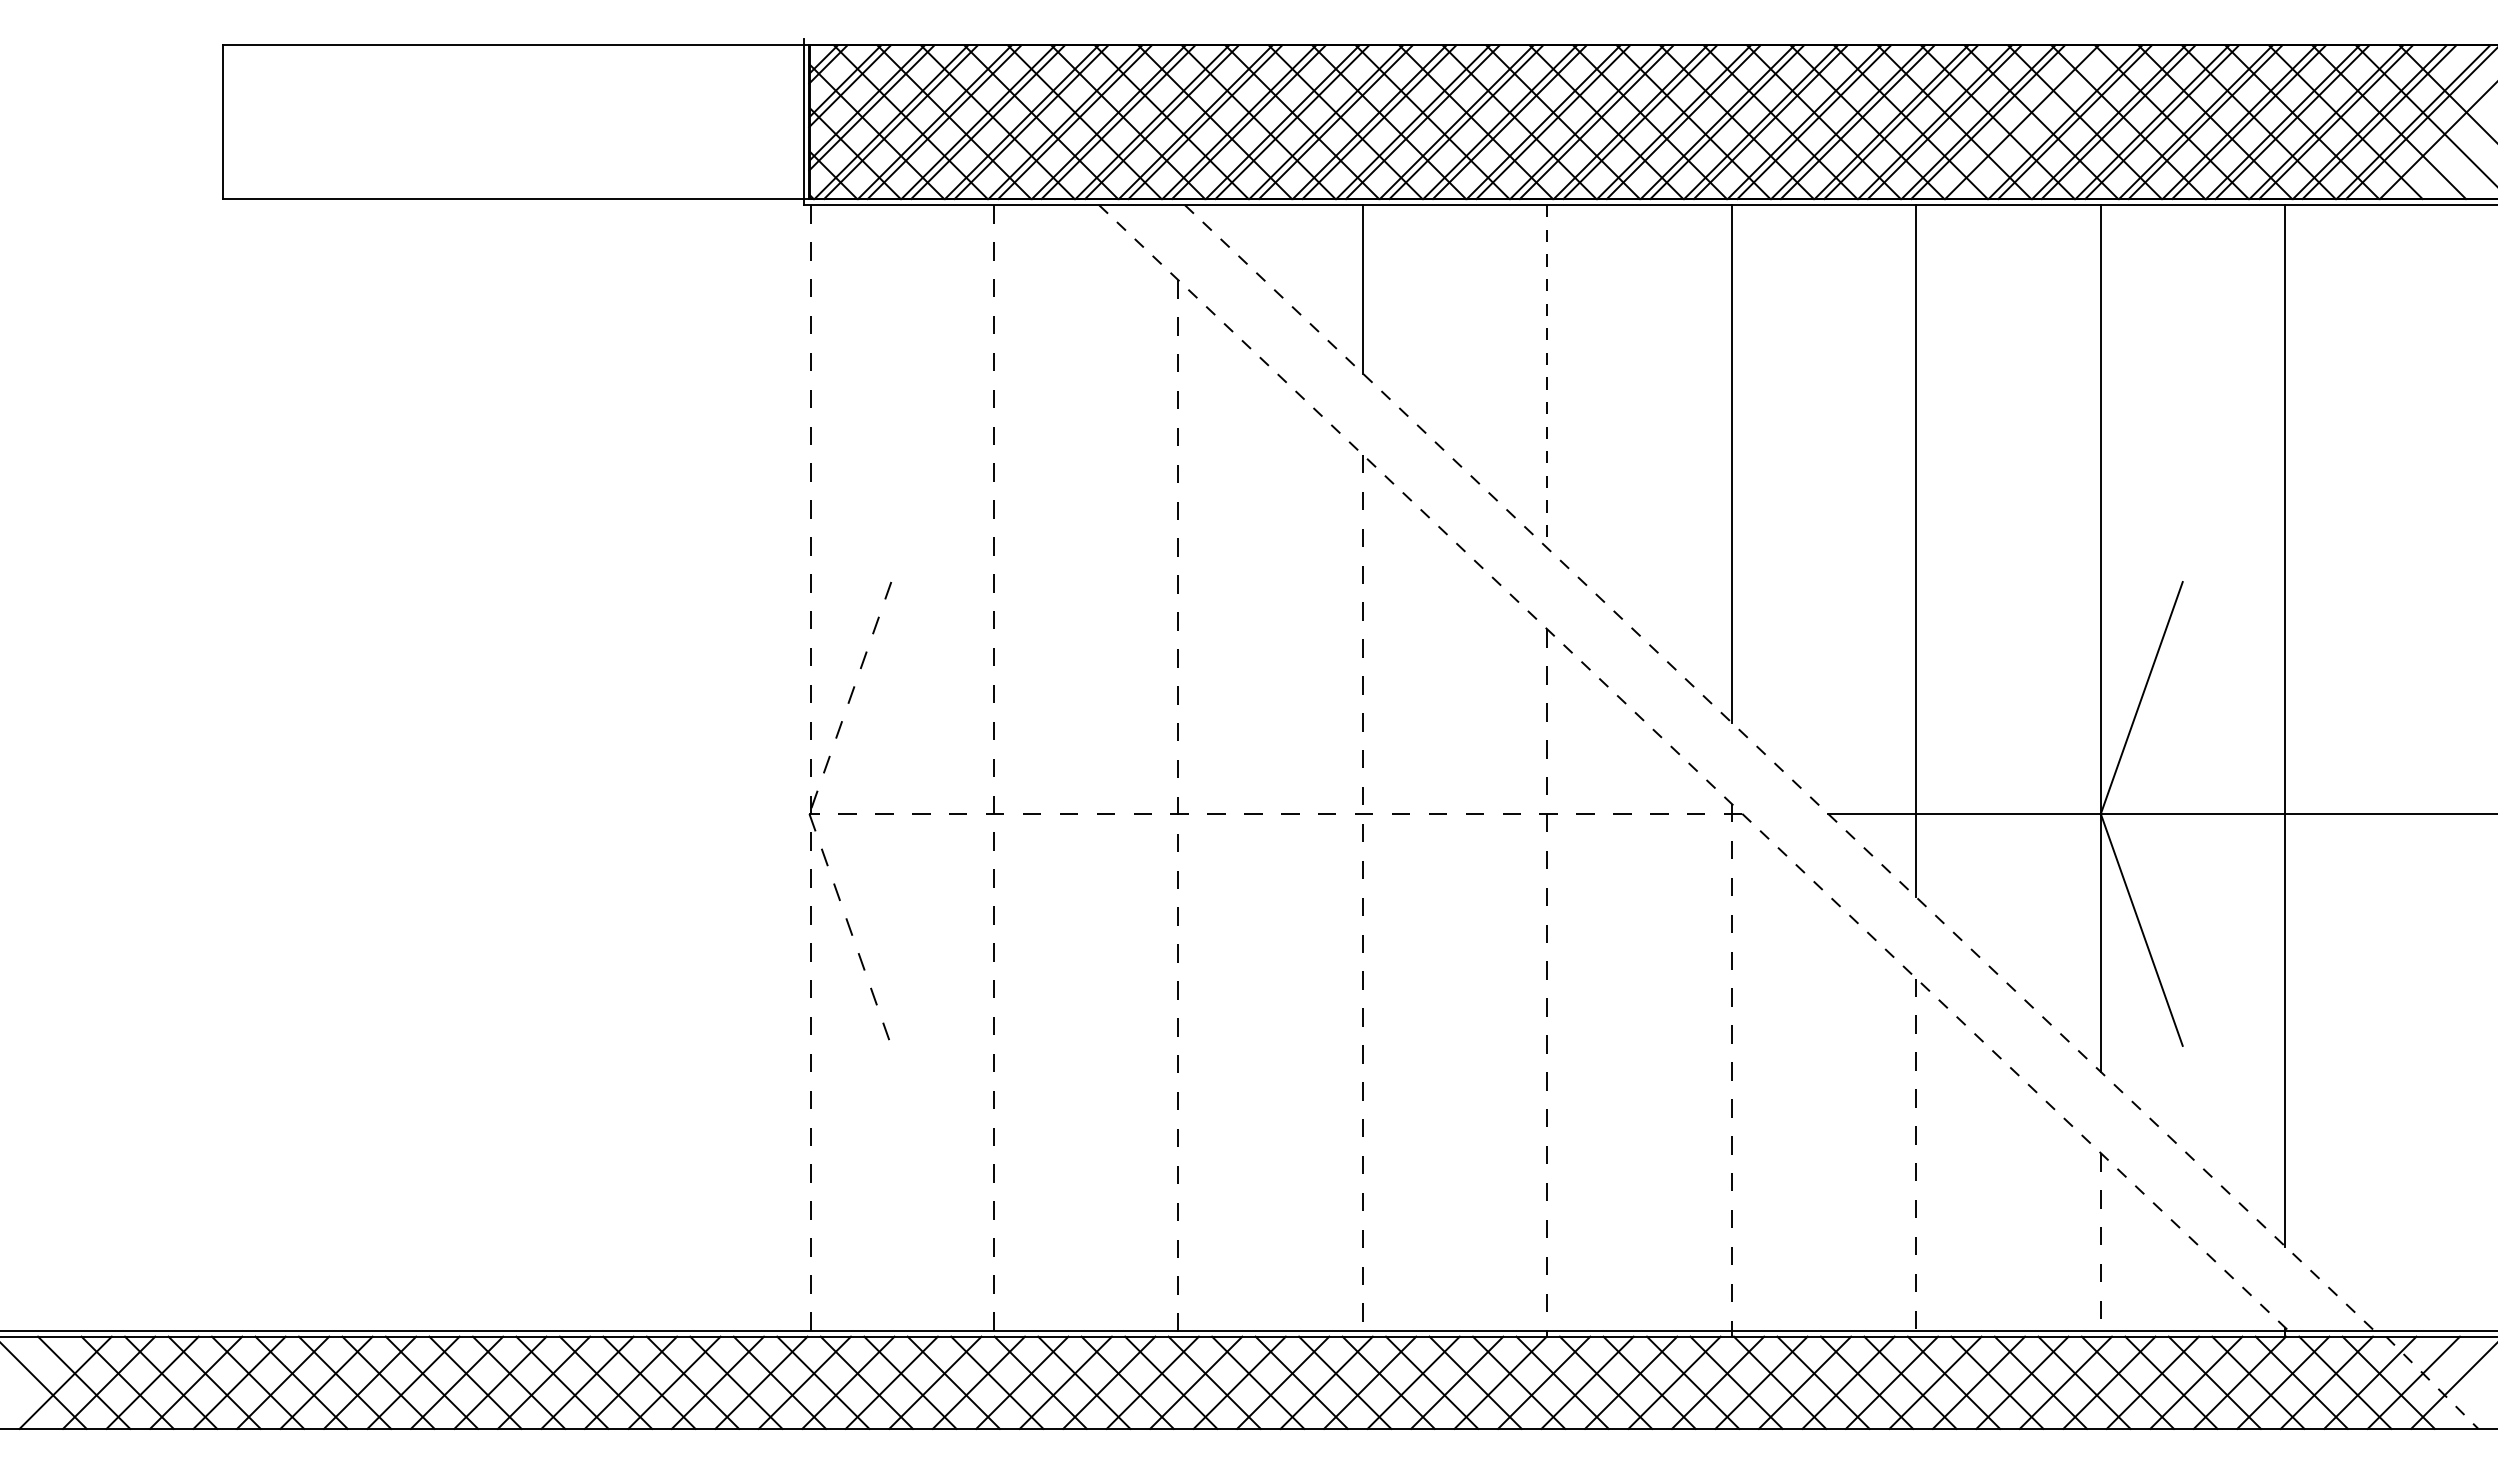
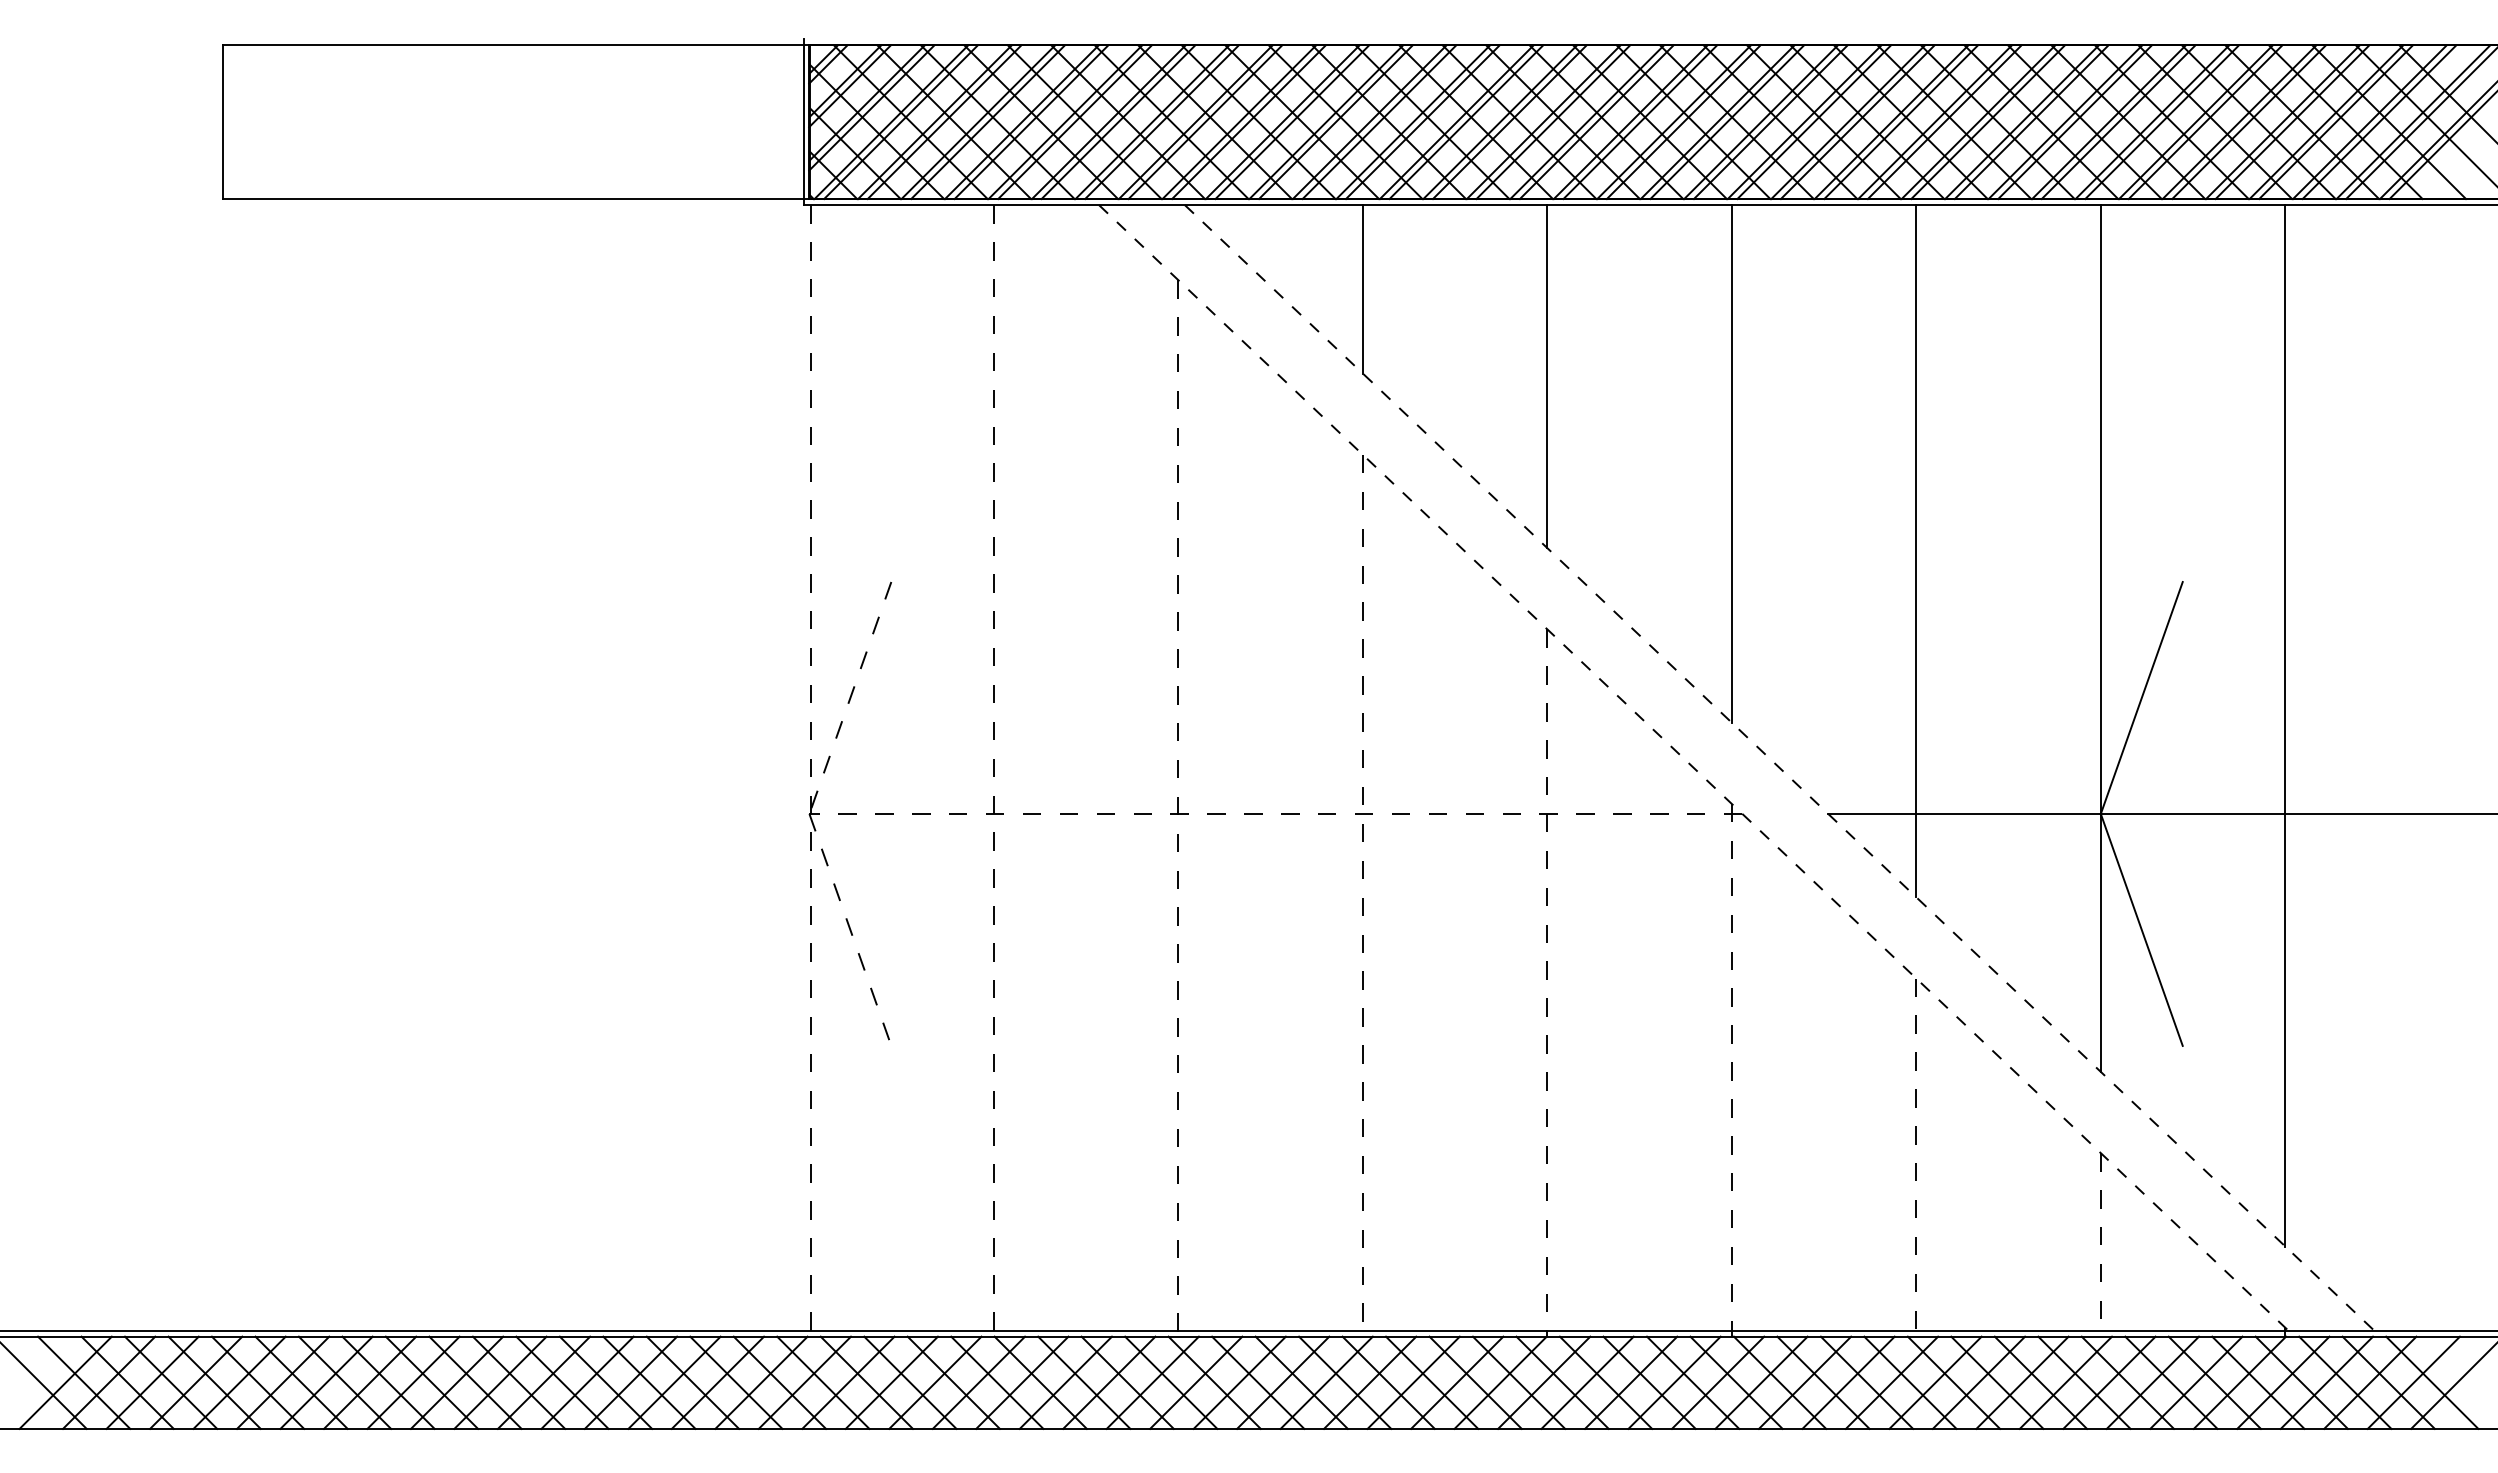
line at (2031, 122): none -> present
line at (2441, 146): none -> present
line at (1547, 376): dashed -> solid
line at (2432, 1383): dashed -> solid
